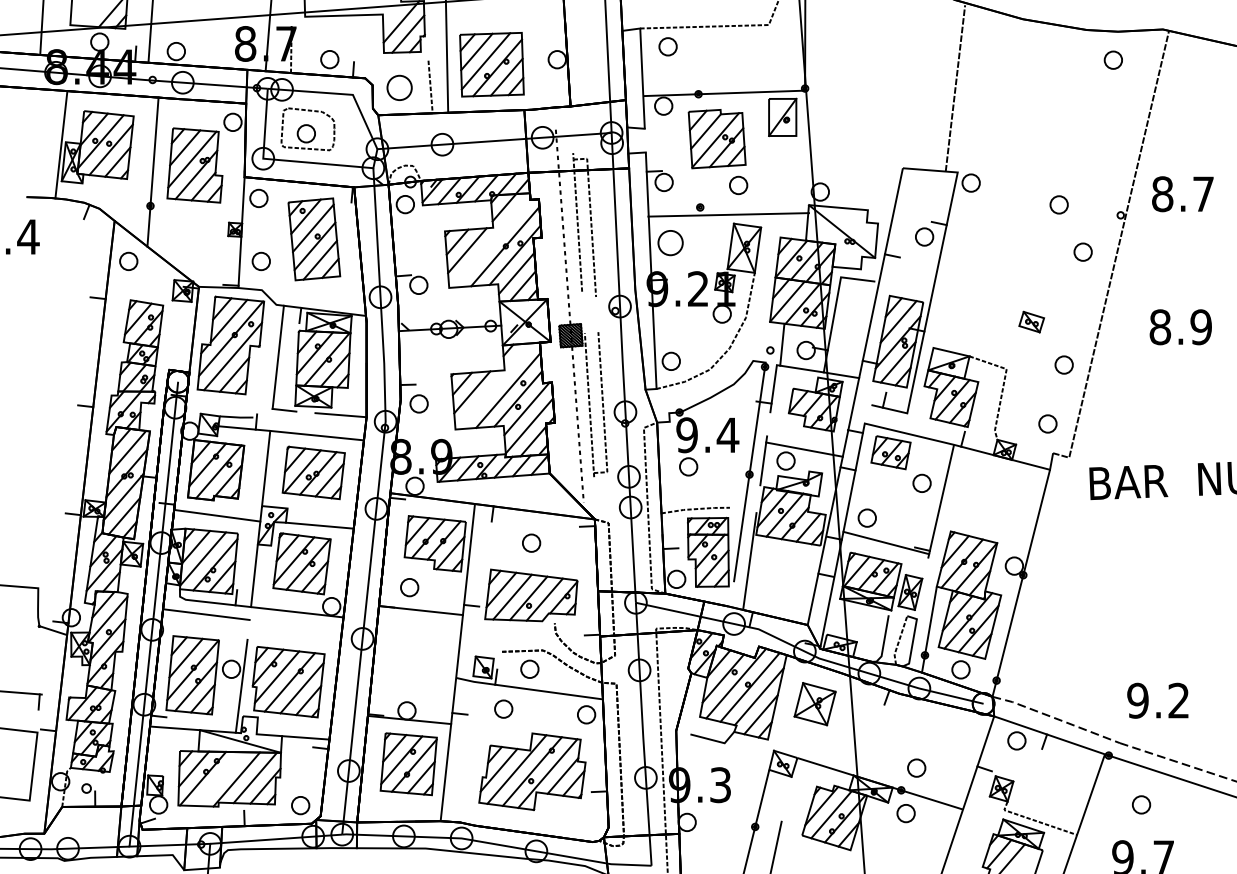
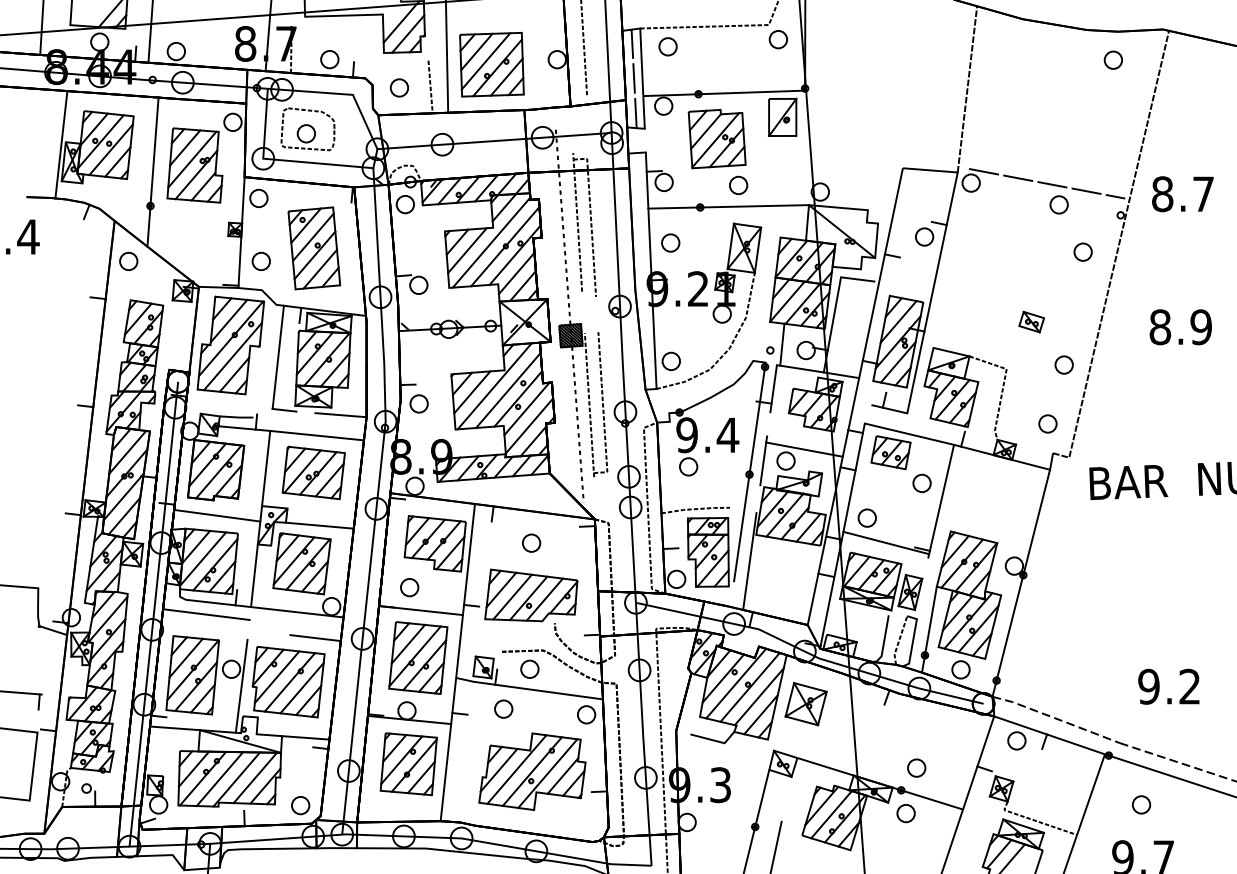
part at (777, 39): none -> present
line at (584, 48): none -> present
line at (633, 78): none -> present
part at (399, 87) size: 27x27 px -> 20x20 px
line at (955, 88) position: (955, 88) -> (967, 89)
line at (1047, 183): none -> present
line at (728, 214) position: (728, 214) -> (728, 206)
part at (314, 239) position: (314, 239) -> (314, 248)
line at (491, 242): none -> present
part at (670, 243) size: 27x27 px -> 20x20 px
line at (494, 386): none -> present
line at (315, 638): none -> present
part at (418, 657): none -> present
text at (1157, 700) position: (1157, 700) -> (1168, 686)
part at (814, 704) position: (814, 704) -> (805, 704)
line at (219, 779): none -> present
